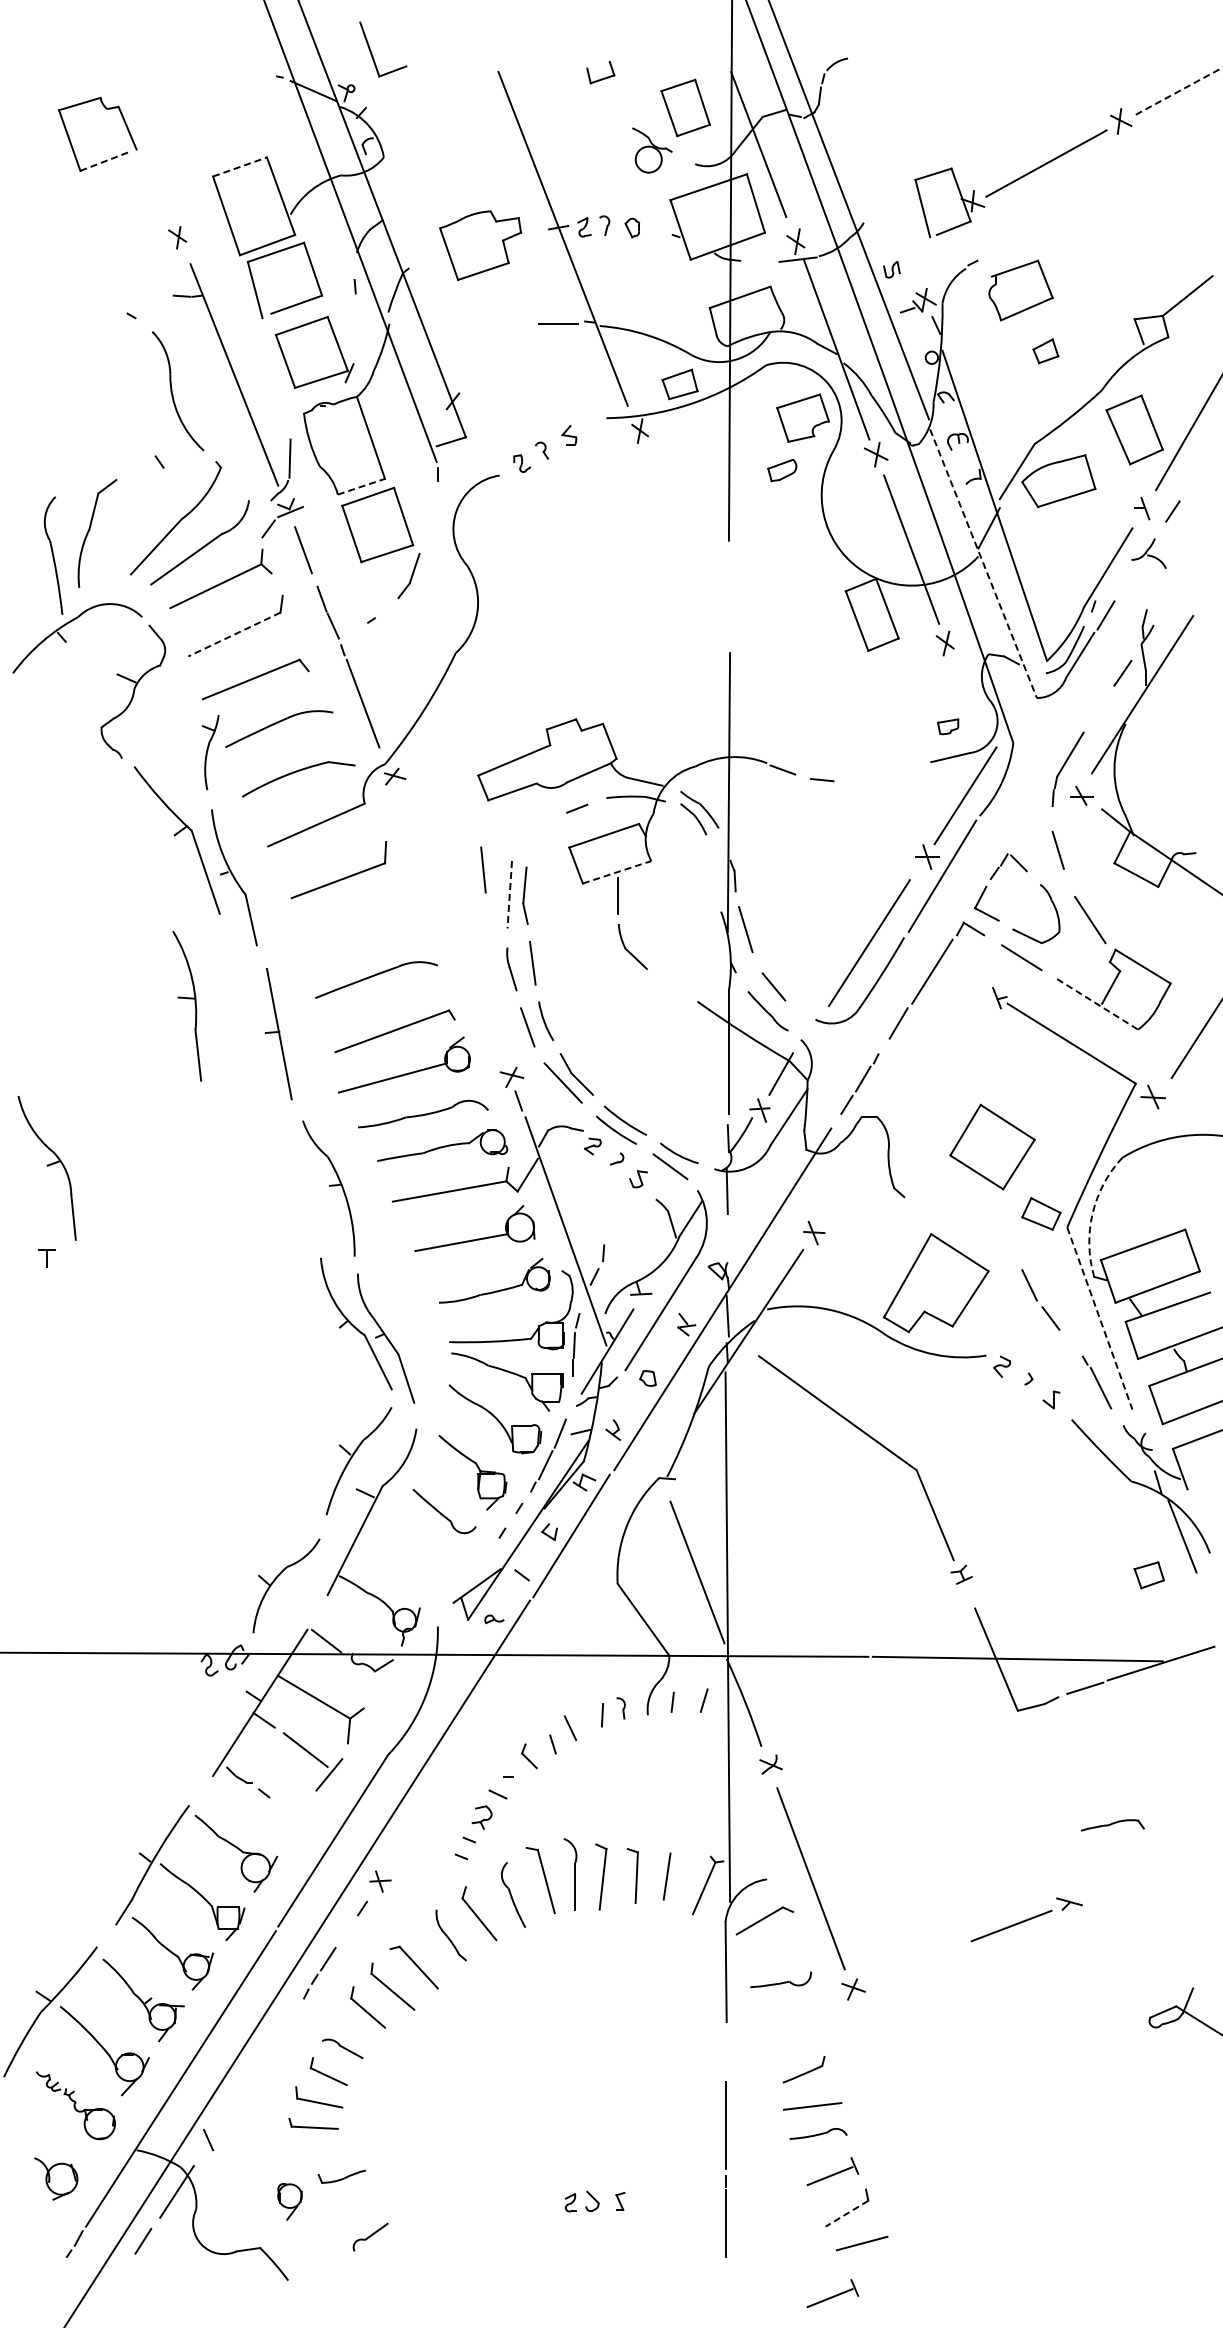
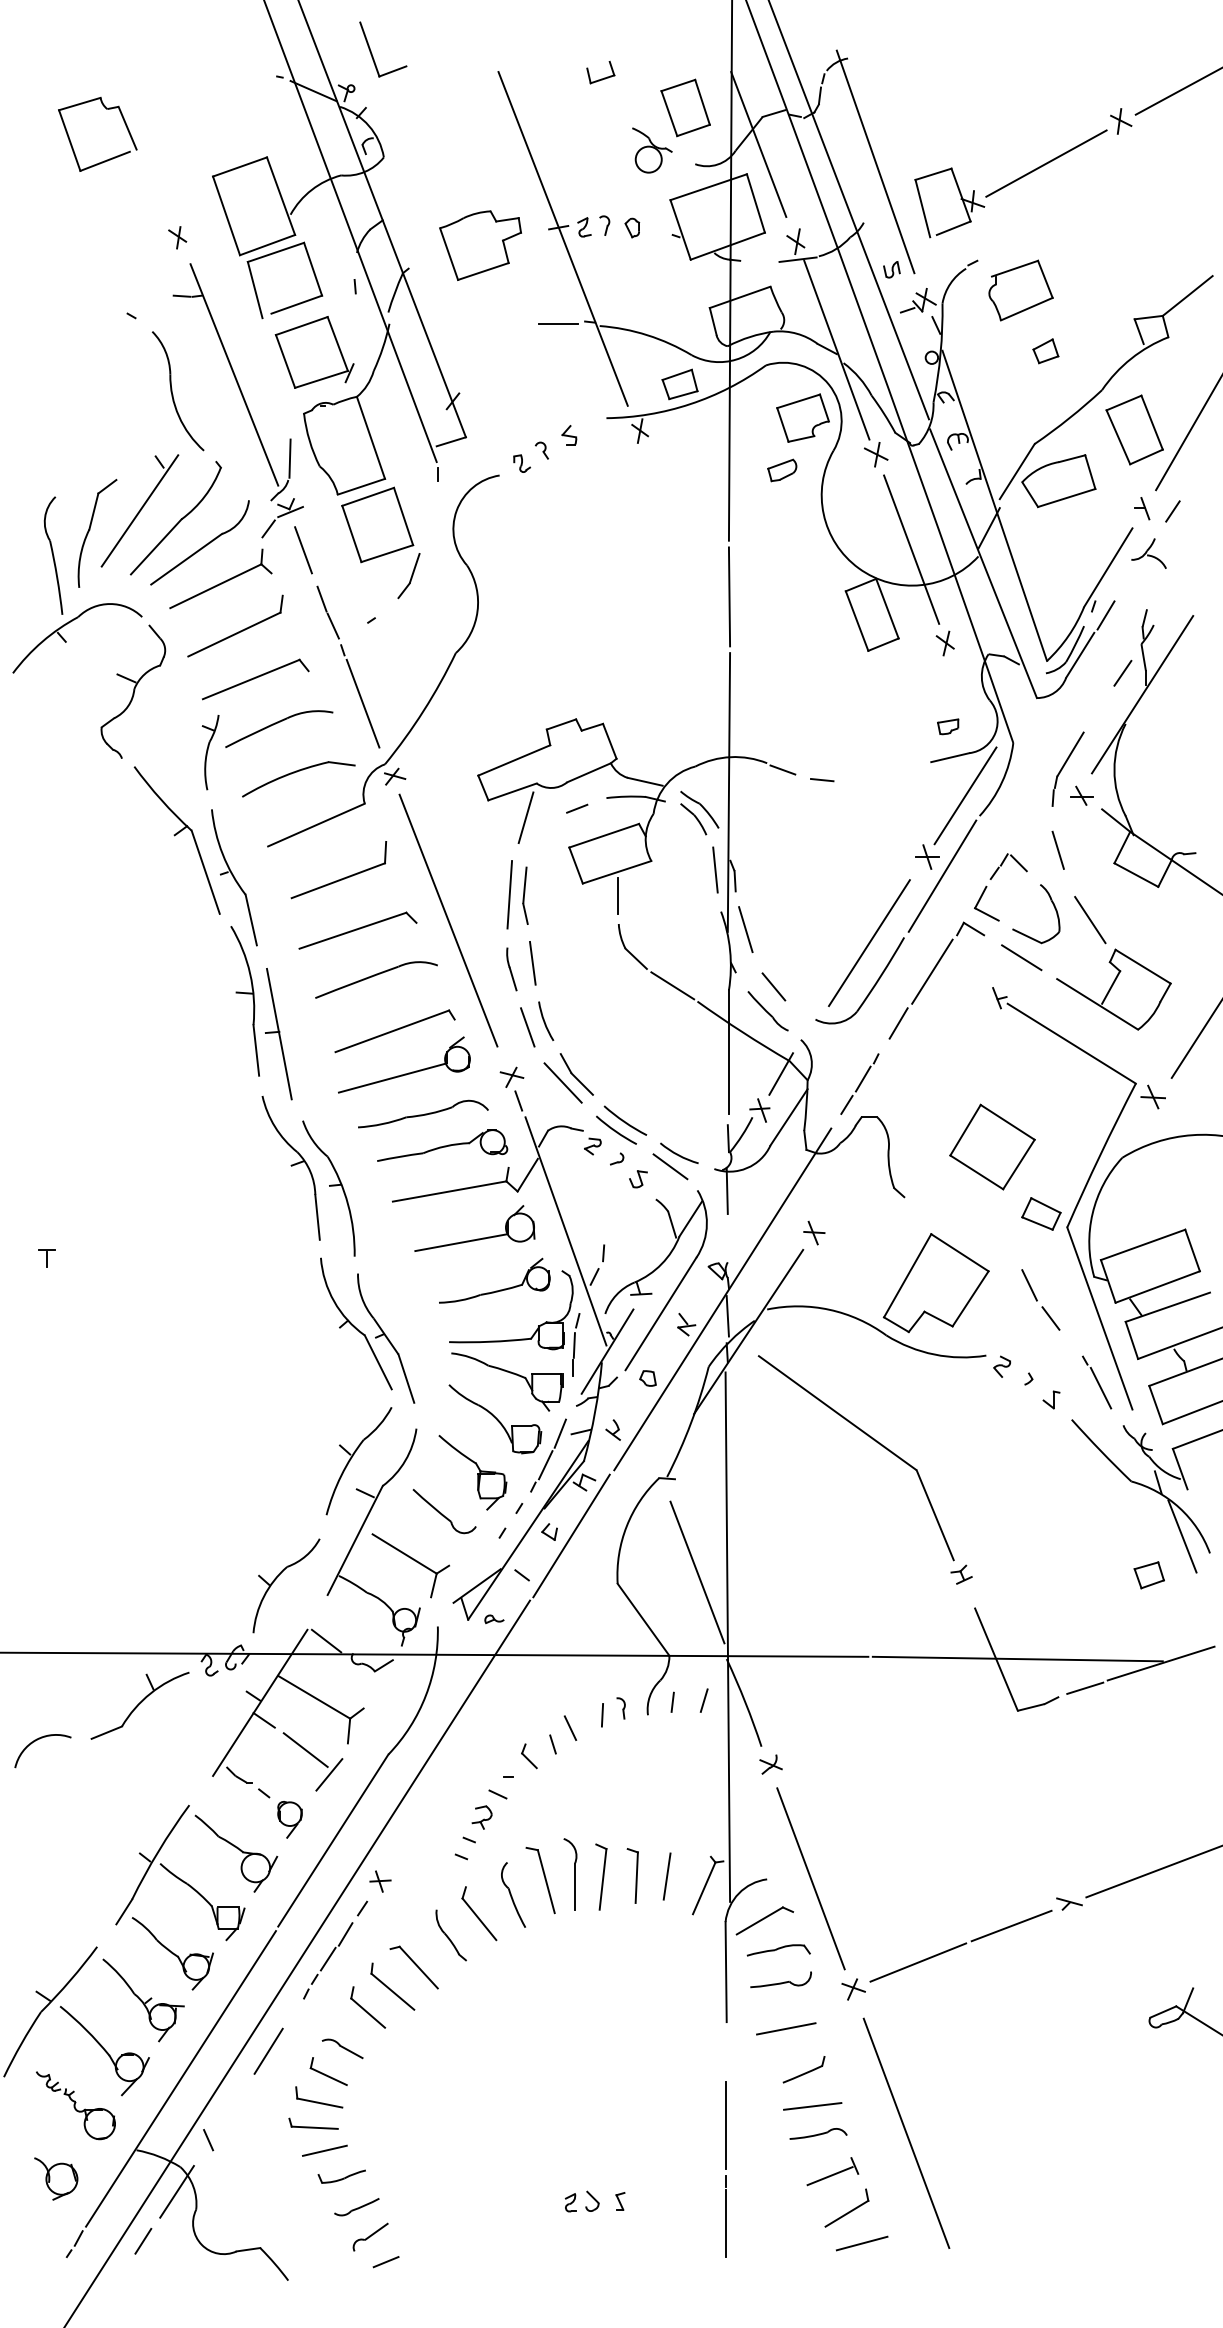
line at (1179, 90): dashed -> solid
line at (105, 161): dashed -> solid
line at (875, 161): none -> present
line at (240, 166): dashed -> solid
line at (361, 486): dashed -> solid
line at (139, 510): none -> present
line at (983, 563): dashed -> solid
line at (729, 596): none -> present
line at (233, 634): dashed -> solid
line at (525, 817): none -> present
line at (483, 869) position: (483, 869) -> (715, 869)
line at (617, 872): dashed -> solid
line at (509, 894): dashed -> solid
line at (448, 920): none -> present
part at (357, 930): none -> present
line at (672, 985): none -> present
part at (187, 999) position: (187, 999) -> (245, 994)
line at (1097, 1004): dashed -> solid
part at (46, 1168) position: (46, 1168) -> (290, 1168)
arc at (1092, 1213): dashed -> solid
line at (1099, 1318): dashed -> solid
part at (410, 1565): none -> present
part at (139, 1705): none -> present
arc at (34, 1742): none -> present
part at (1112, 1825) position: (1112, 1825) -> (778, 1950)
line at (1152, 1871): none -> present
line at (345, 1934): none -> present
line at (918, 1962): none -> present
line at (786, 2028): none -> present
line at (268, 2050): none -> present
line at (906, 2133): none -> present
line at (324, 2150): none -> present
part at (289, 2201) position: (289, 2201) -> (289, 1819)
part at (356, 2207): none -> present
line at (846, 2213): dashed -> solid
line at (385, 2262): none -> present
part at (832, 2293): present -> none
